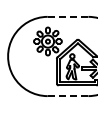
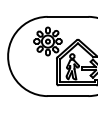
line at (68, 16): dashed -> solid
line at (67, 96): dashed -> solid
